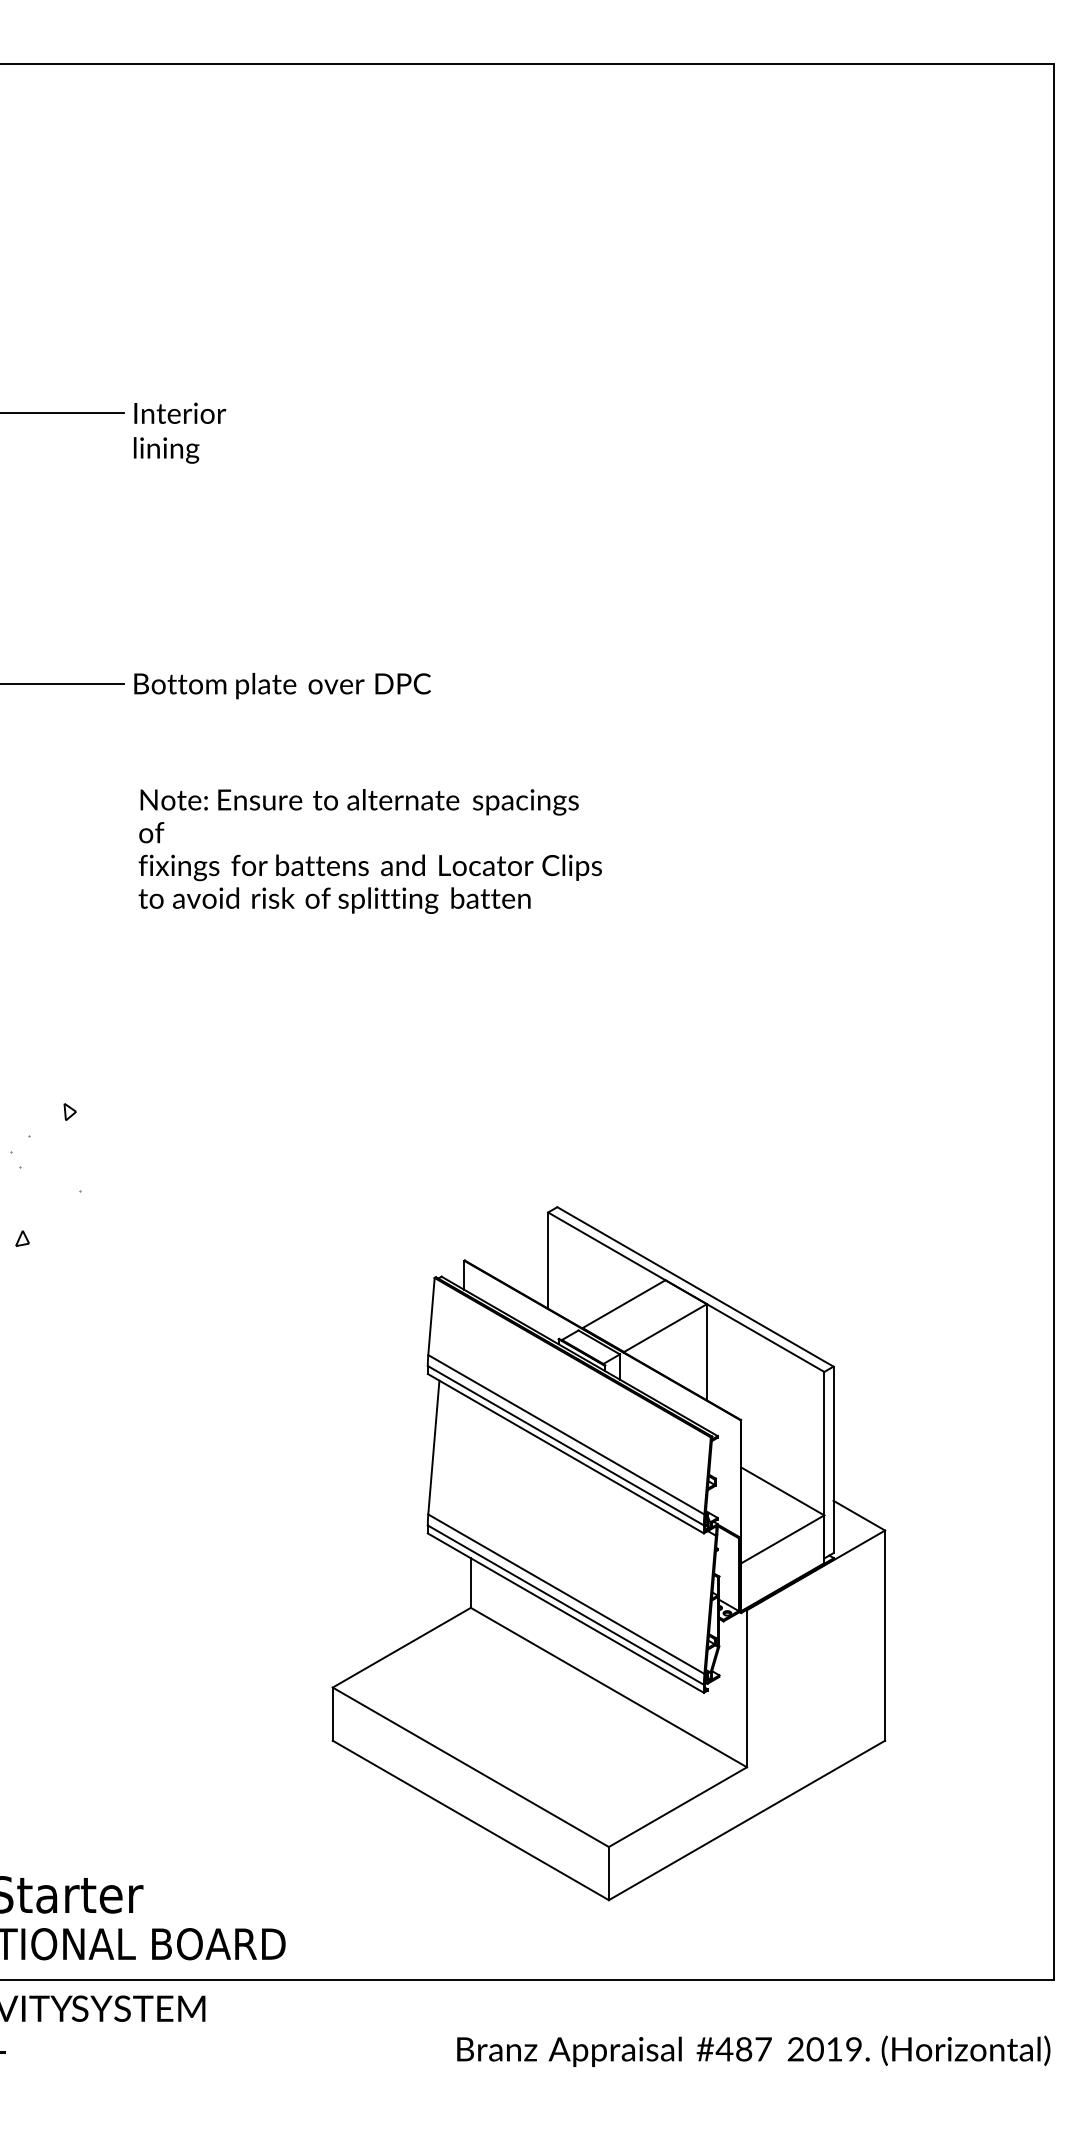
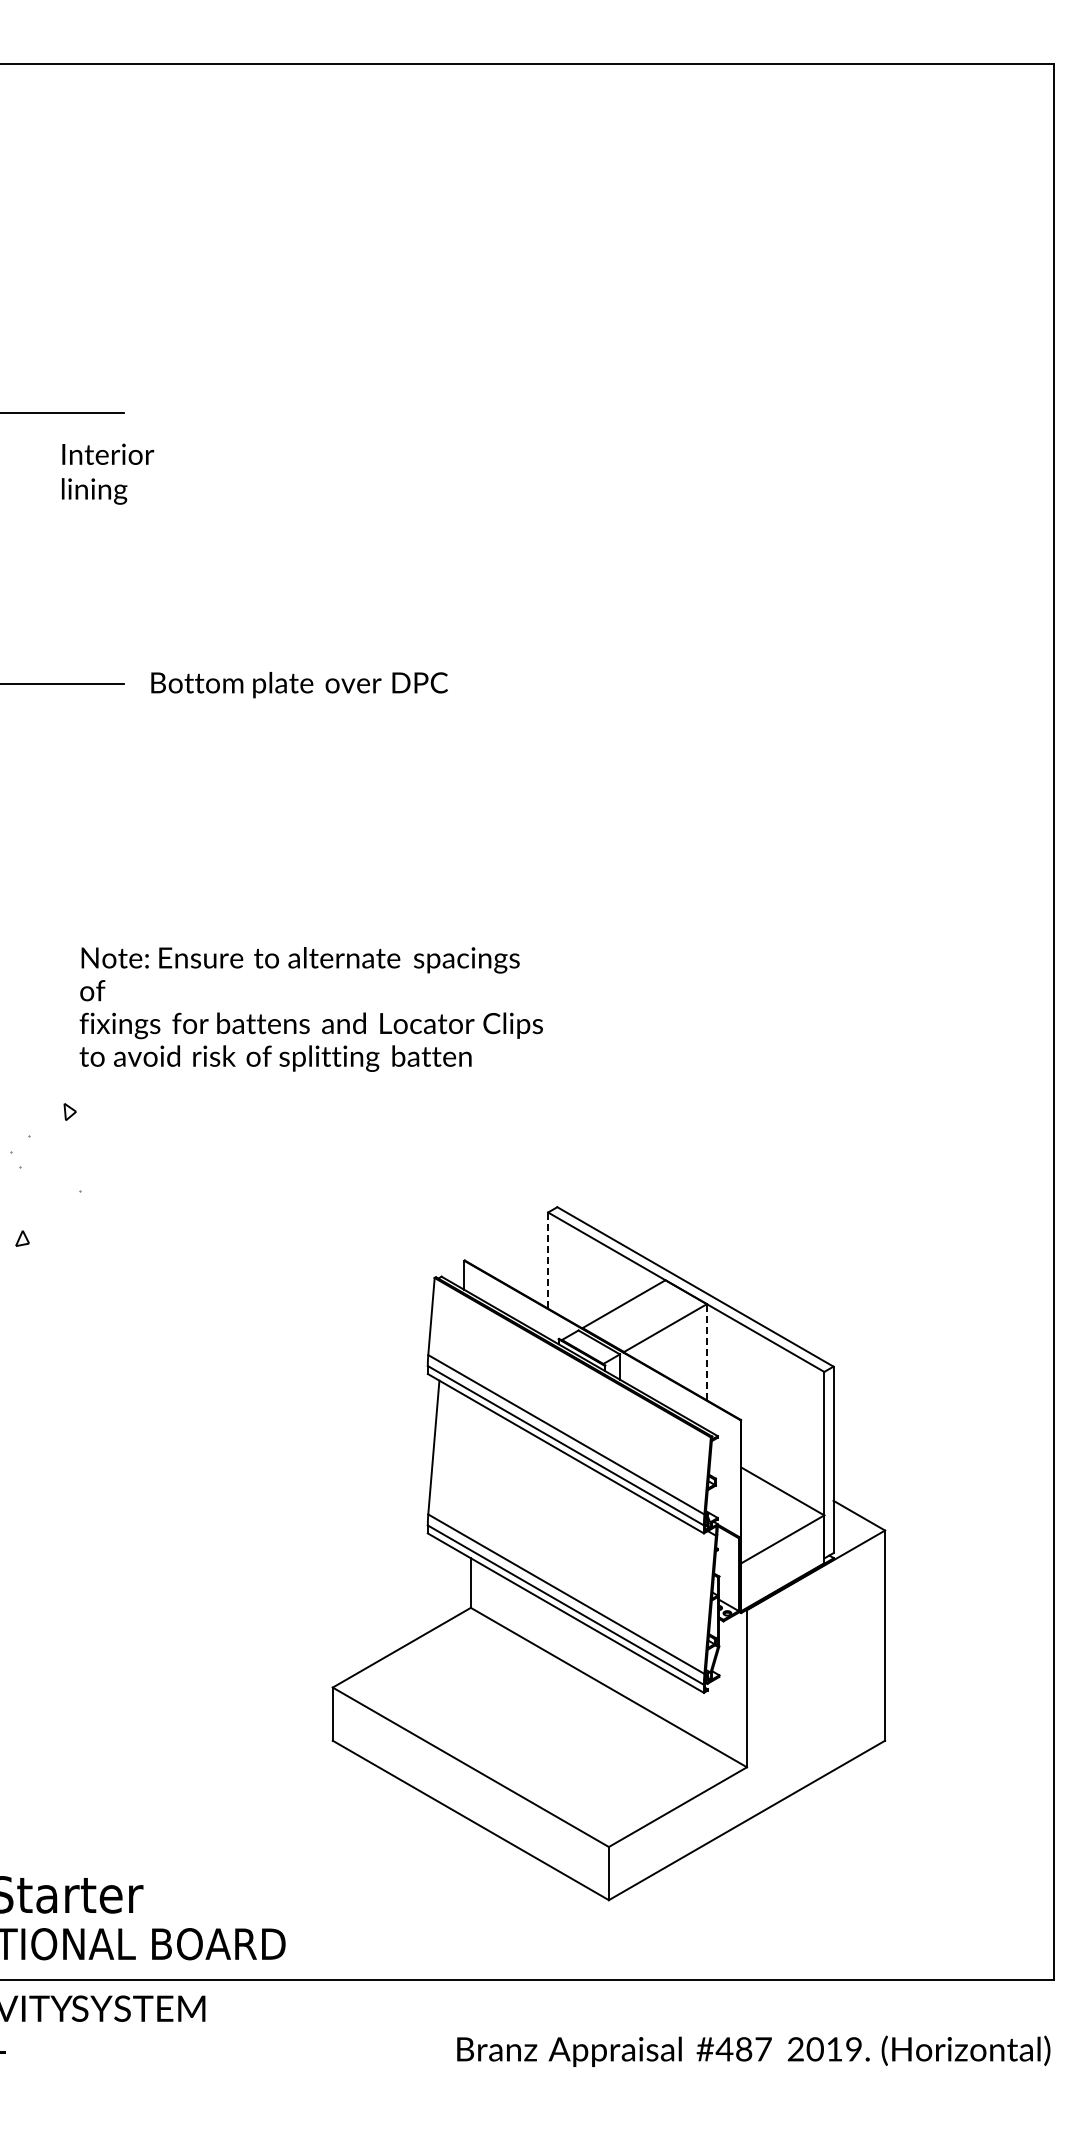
text at (180, 432) position: (180, 432) -> (108, 473)
text at (282, 686) position: (282, 686) -> (299, 685)
text at (369, 851) position: (369, 851) -> (310, 1009)
line at (548, 1261): solid -> dashed
line at (706, 1351): solid -> dashed
